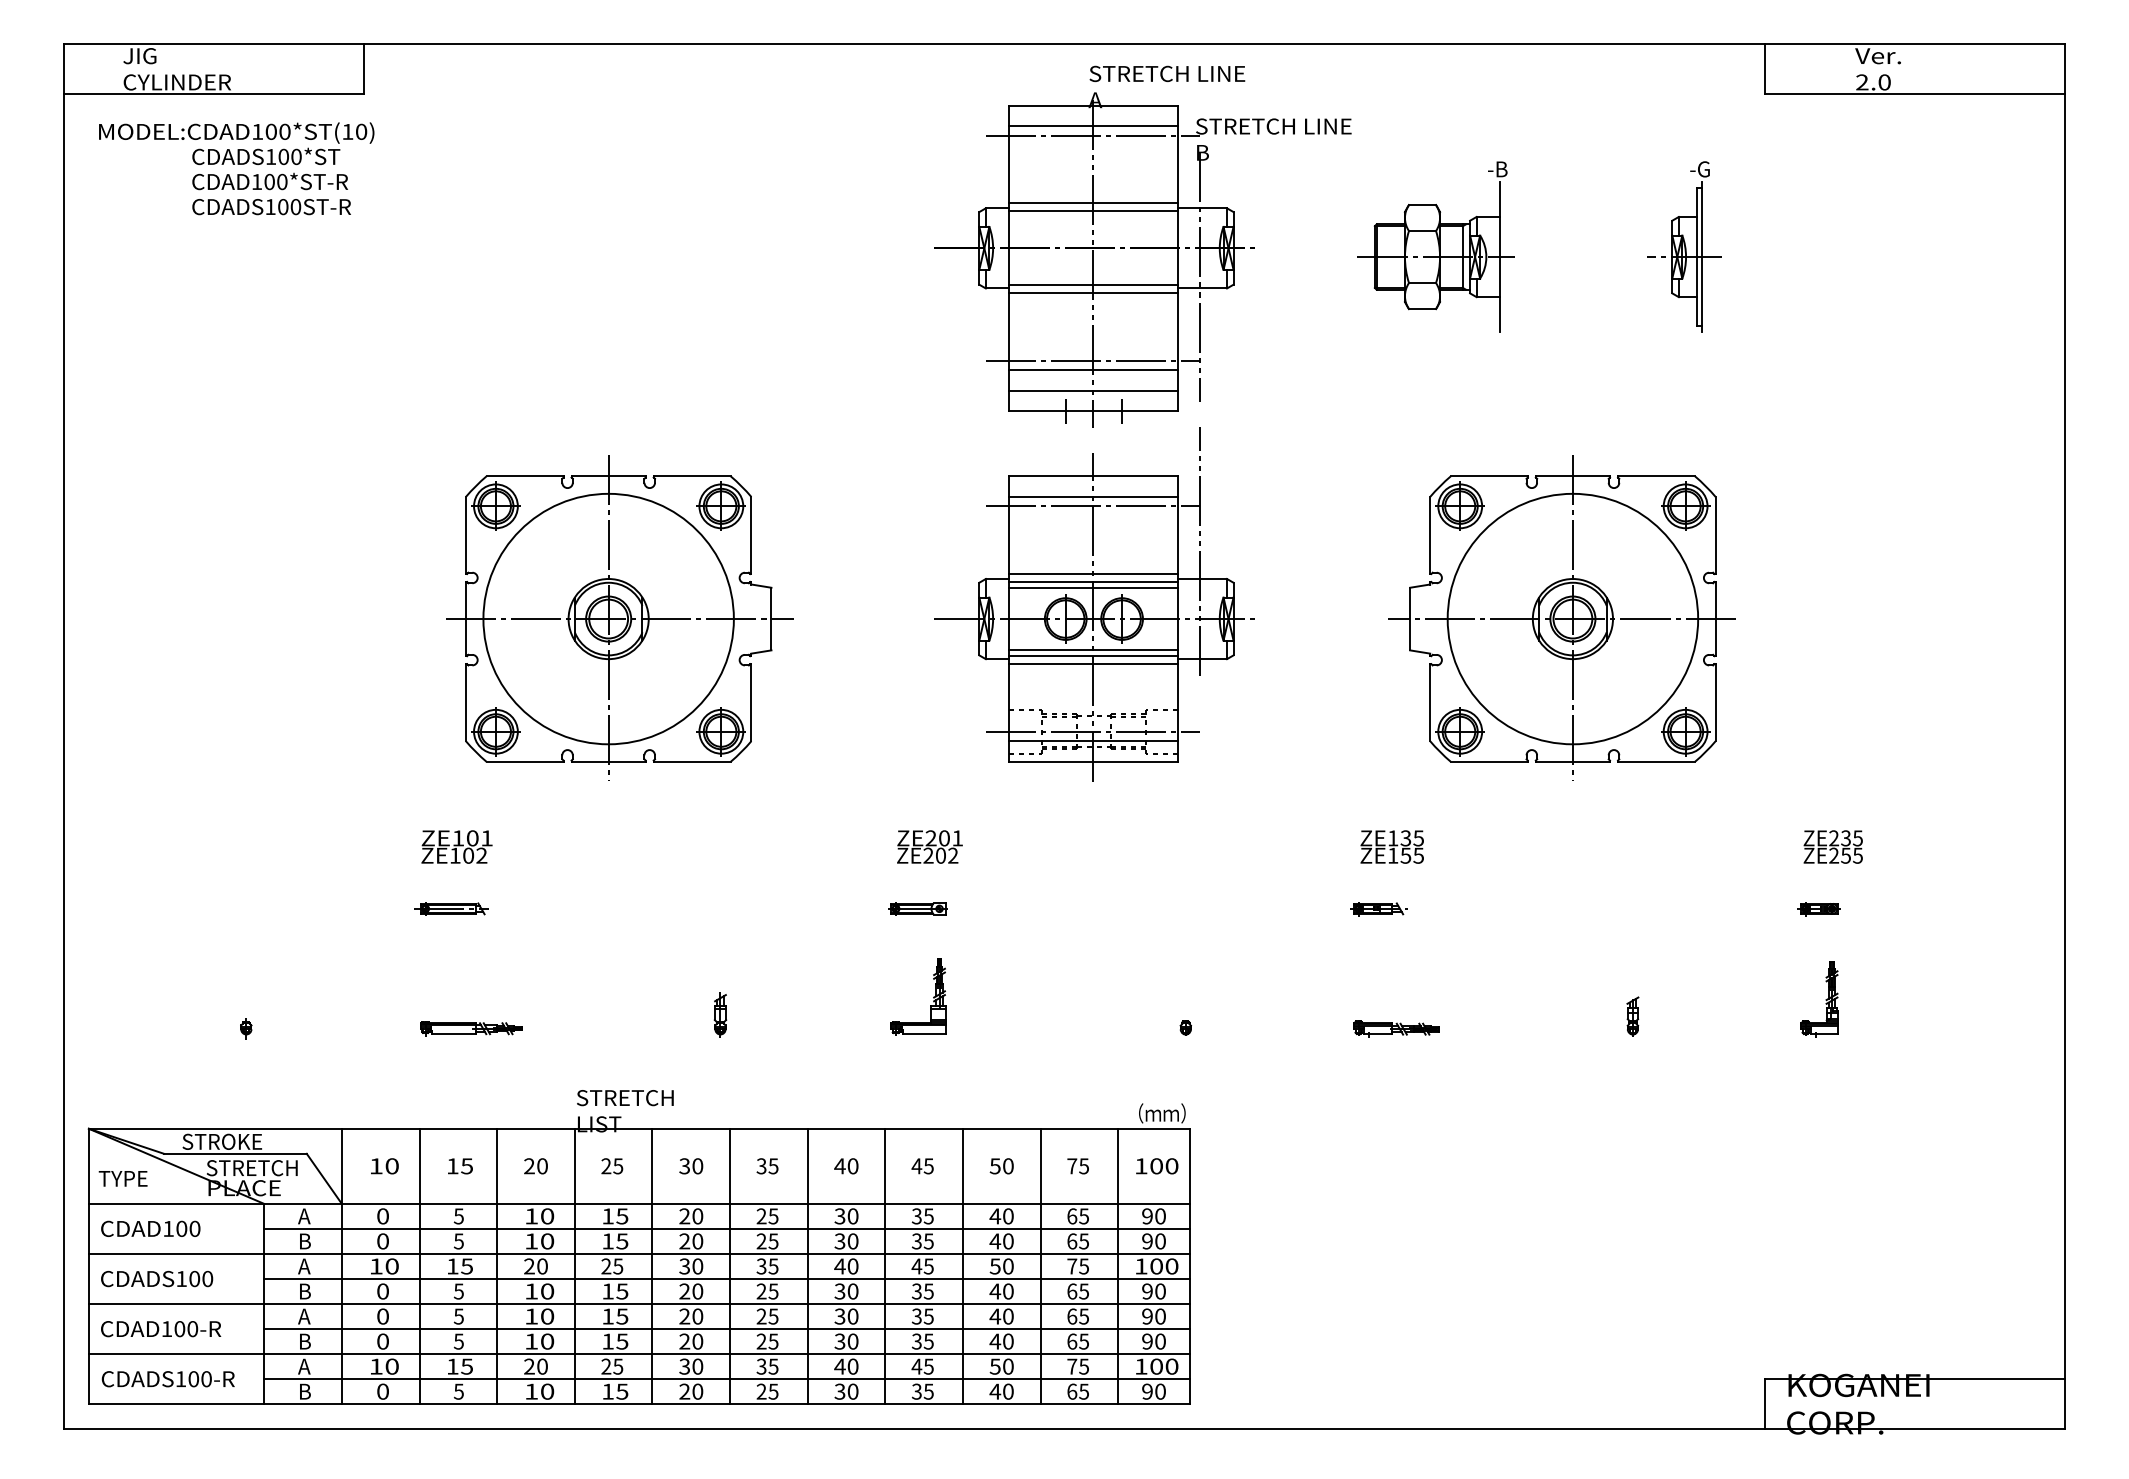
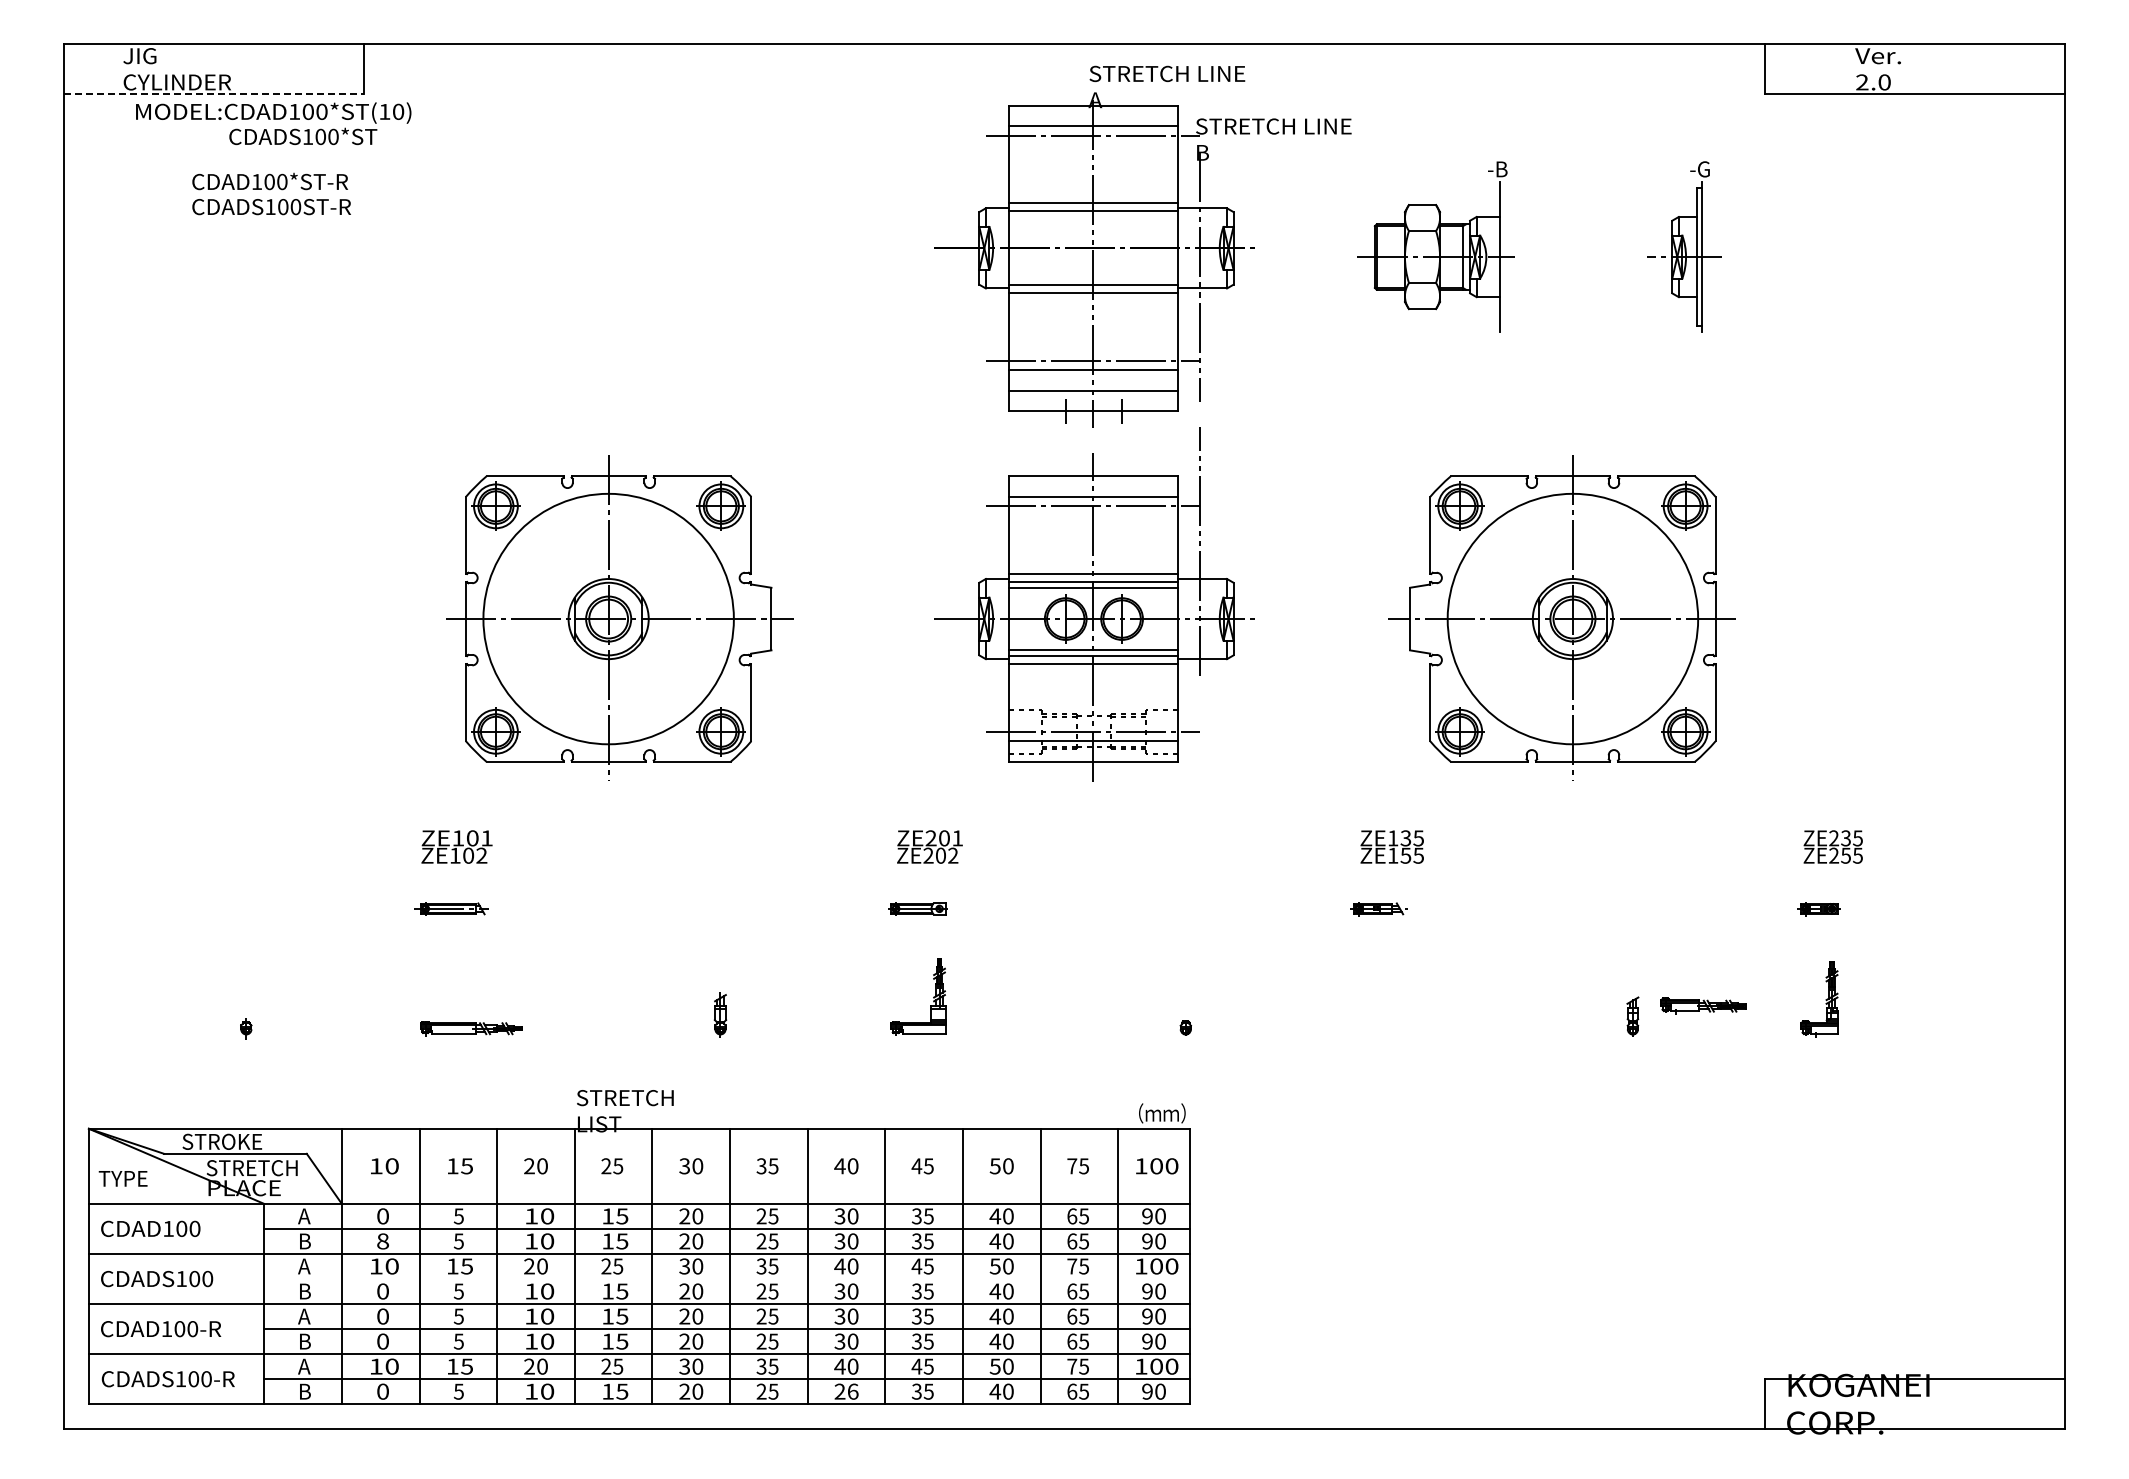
line at (214, 94): solid -> dashed
text at (236, 143) position: (236, 143) -> (273, 123)
part at (1396, 1028) position: (1396, 1028) -> (1703, 1005)
text at (383, 1241): 0 -> 8
line at (726, 1279): present -> none
text at (846, 1391): 30 -> 26
